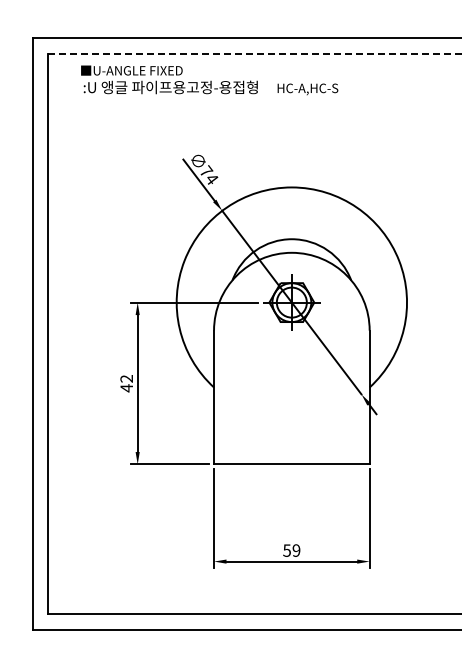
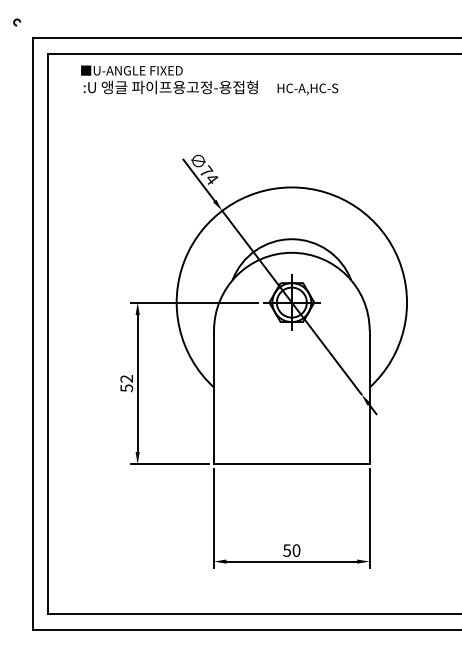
arc at (17, 20): none -> present
line at (255, 53): dashed -> solid
text at (126, 388): 42 -> 52
text at (296, 550): 59 -> 50
